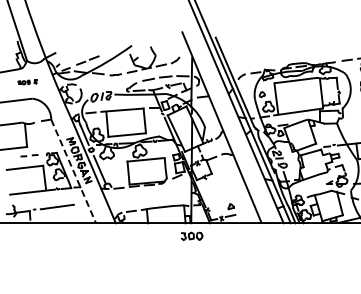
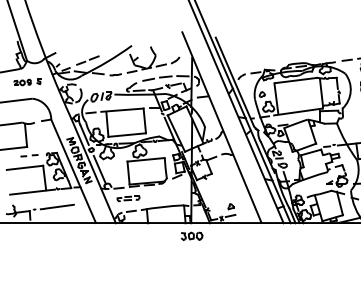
part at (27, 82) size: 21x7 px -> 29x9 px
line at (73, 171): dashed -> solid
part at (128, 198): none -> present
